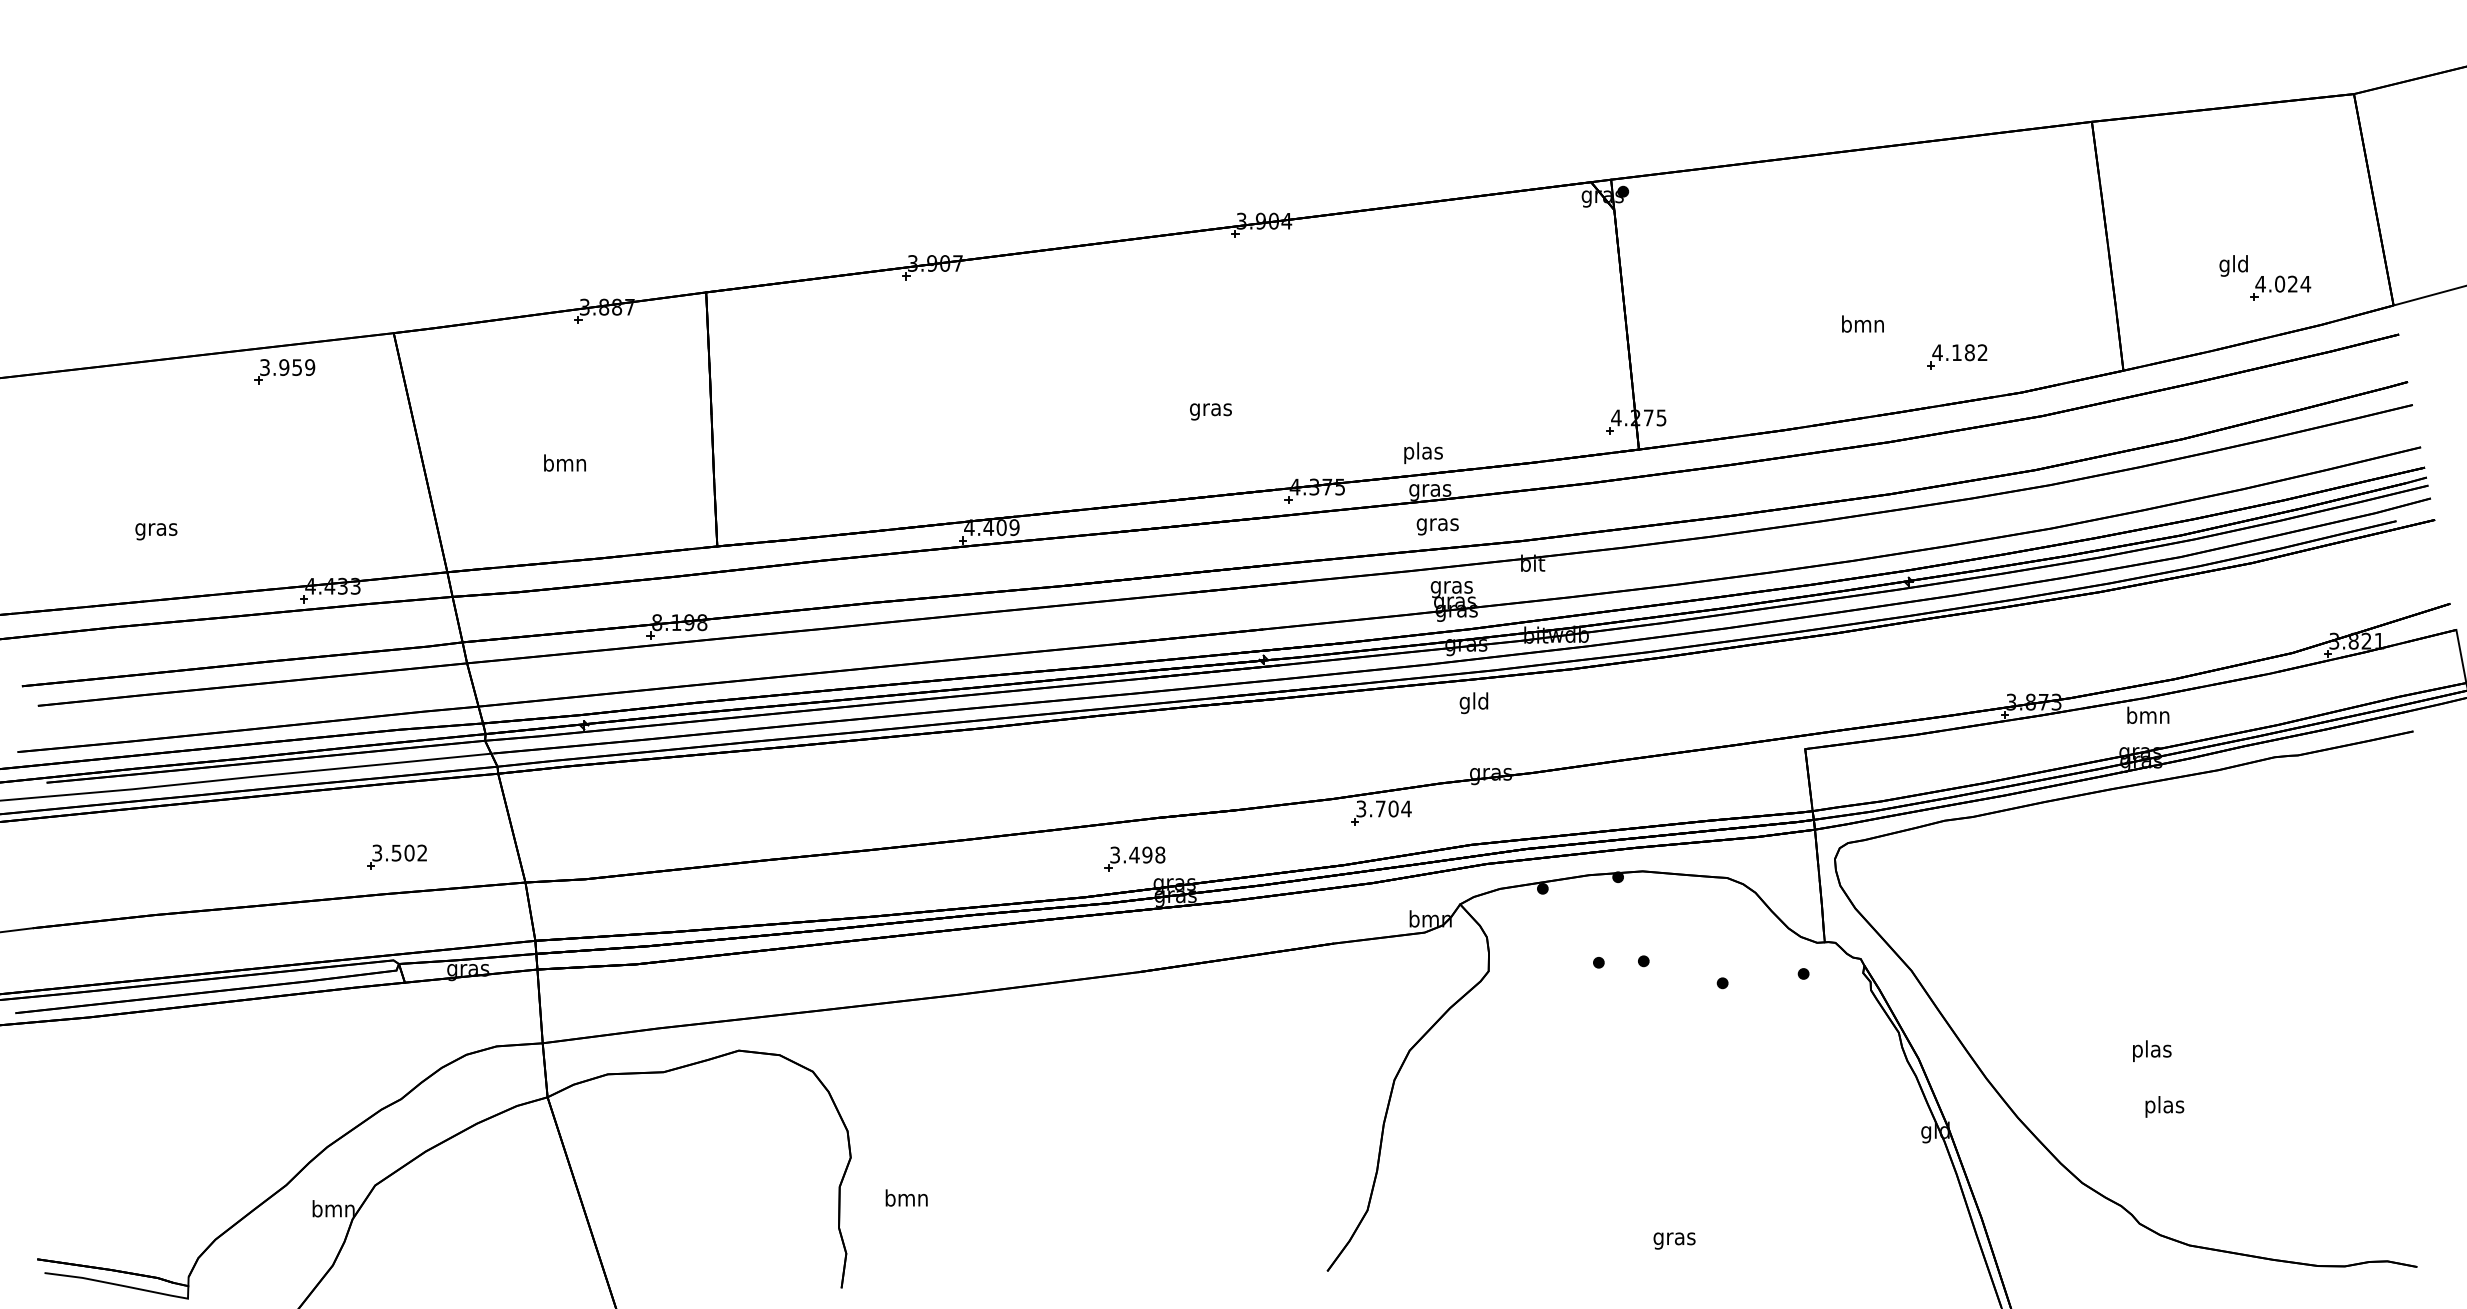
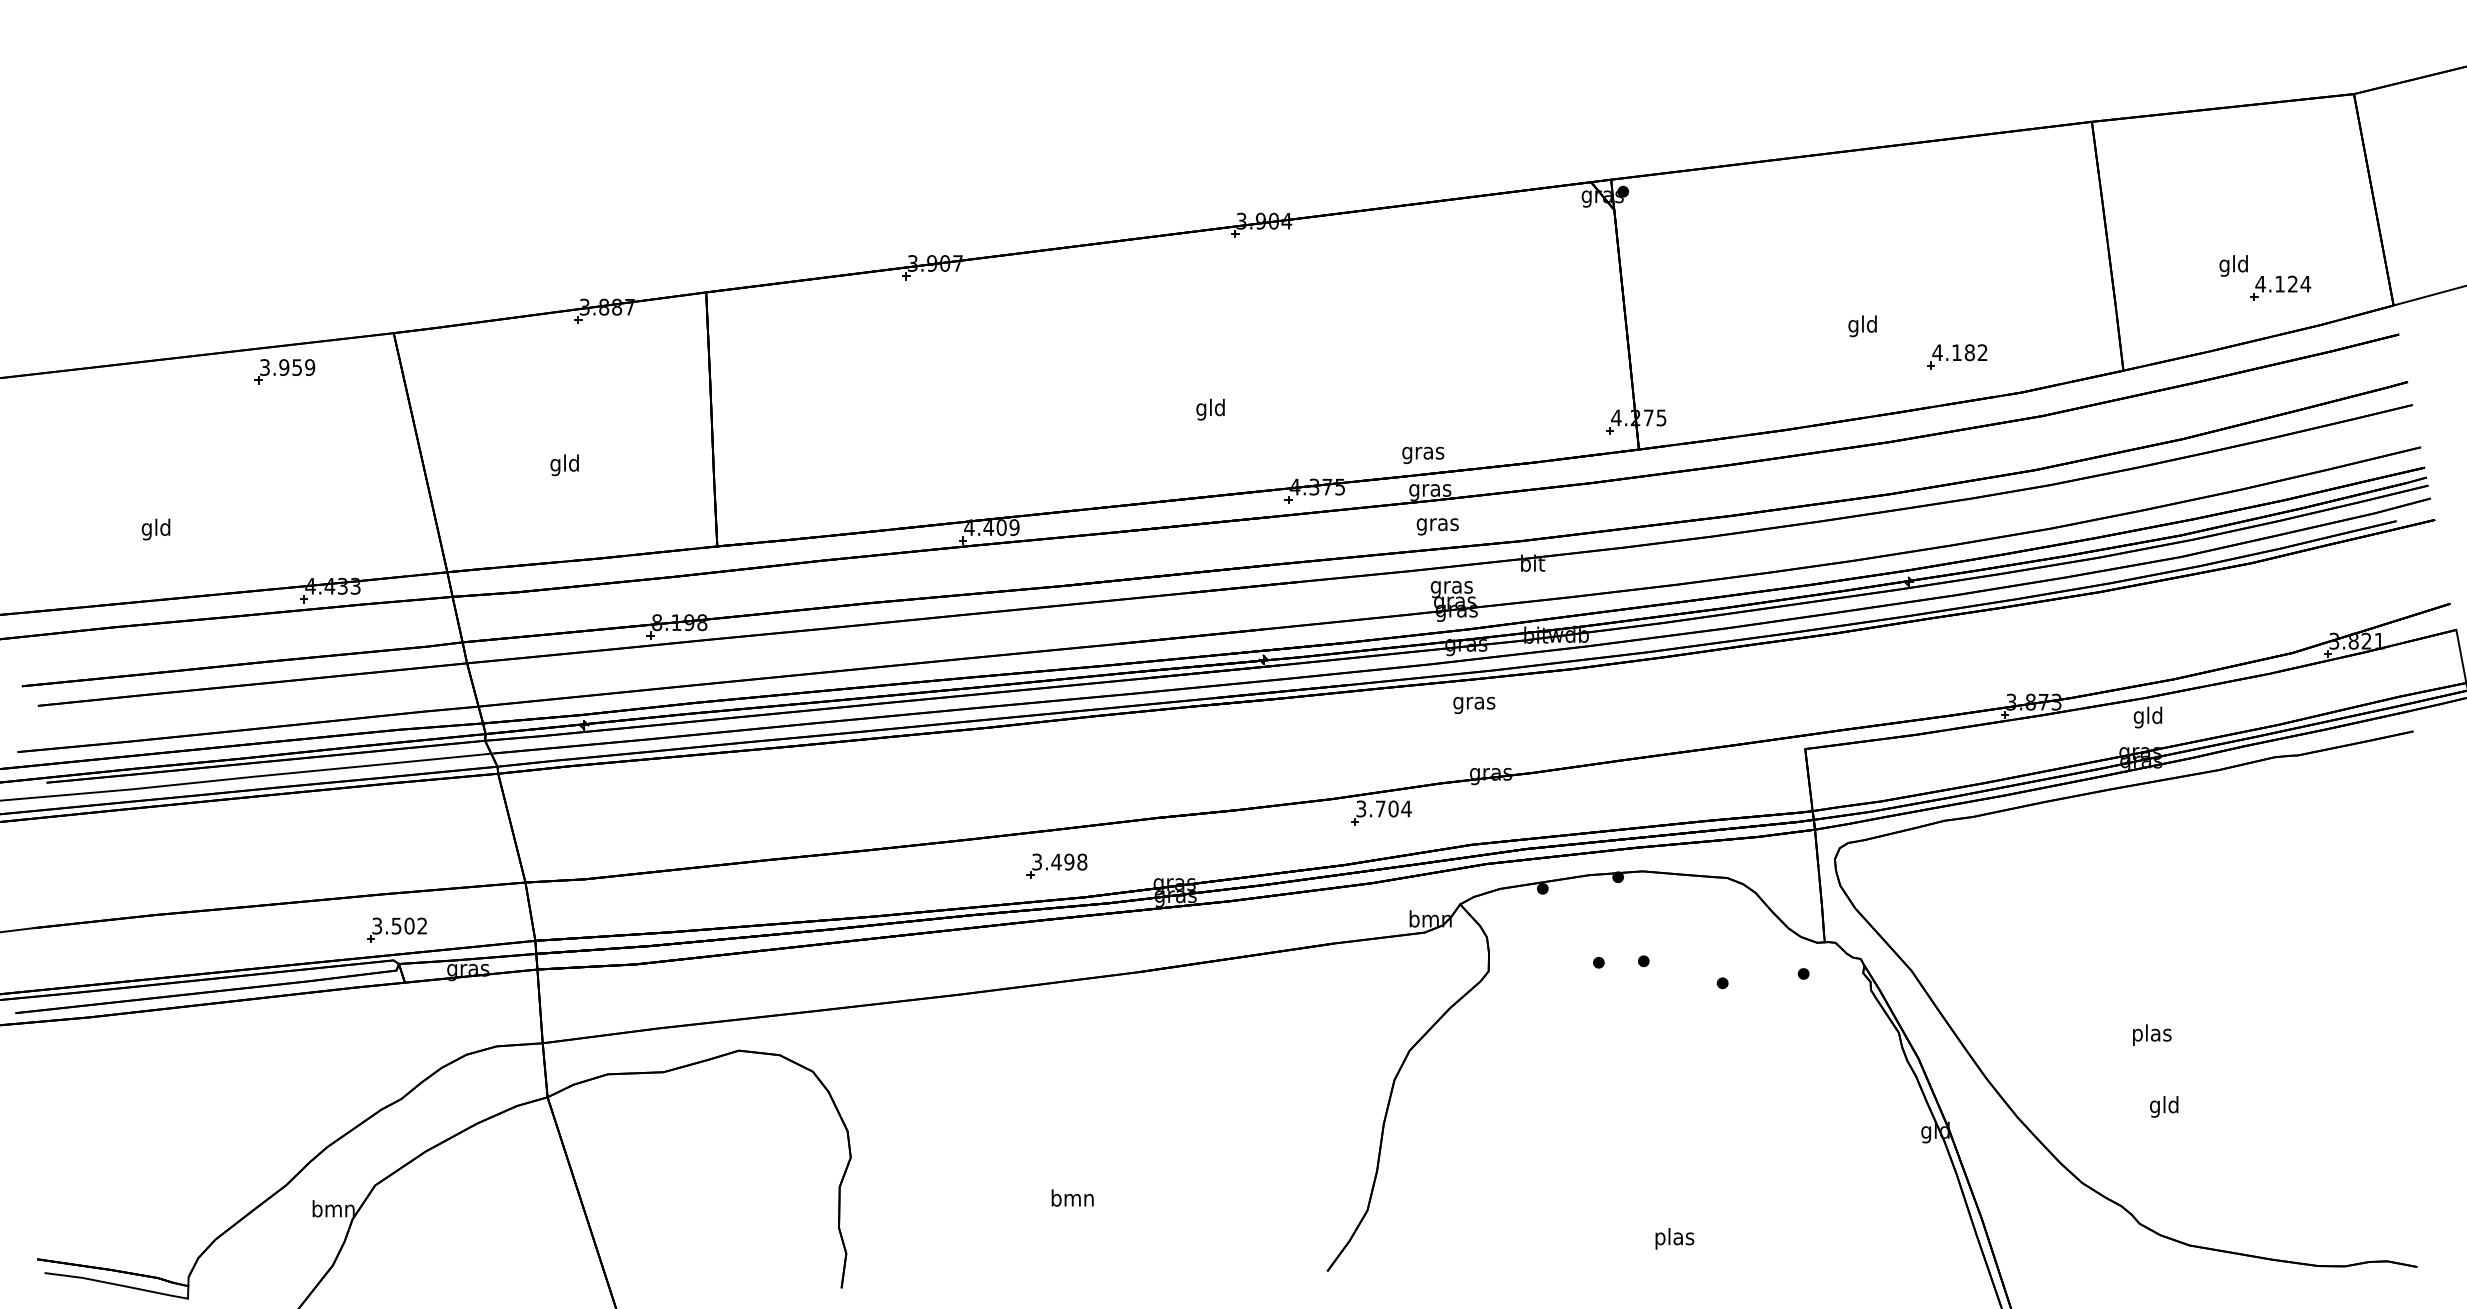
text at (2280, 283): 4.024 -> 4.124
text at (1862, 326): bmn -> gld
text at (1210, 409): gras -> gld
text at (1423, 453): plas -> gras
text at (564, 465): bmn -> gld
text at (156, 529): gras -> gld
text at (1474, 703): gld -> gras
text at (2148, 717): bmn -> gld
part at (396, 856) position: (396, 856) -> (396, 929)
part at (1134, 858) position: (1134, 858) -> (1056, 865)
text at (2152, 1050) position: (2152, 1050) -> (2152, 1034)
text at (2164, 1106): plas -> gld
text at (906, 1197) position: (906, 1197) -> (1072, 1197)
text at (1674, 1238): gras -> plas
